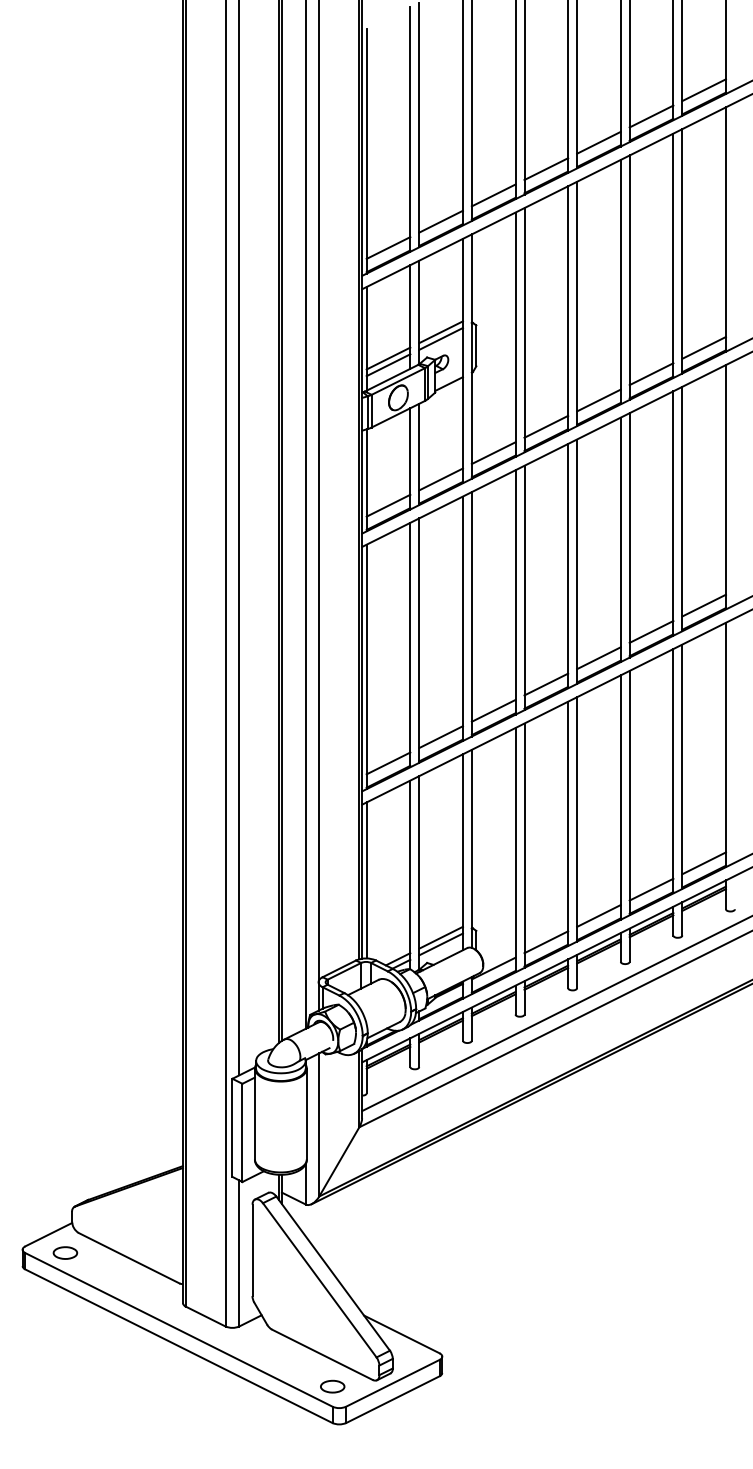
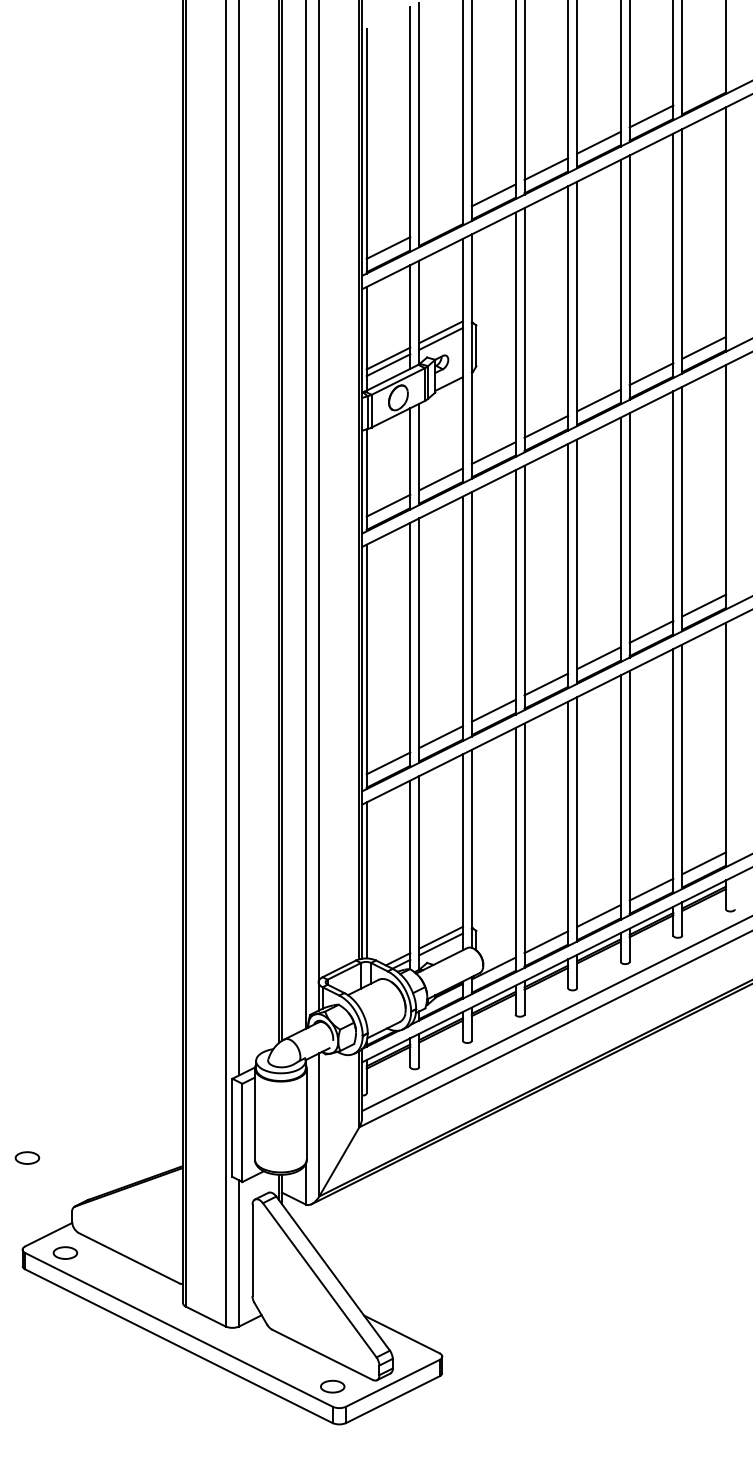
line at (703, 90): present -> none
line at (440, 221): present -> none
part at (27, 1157): none -> present
